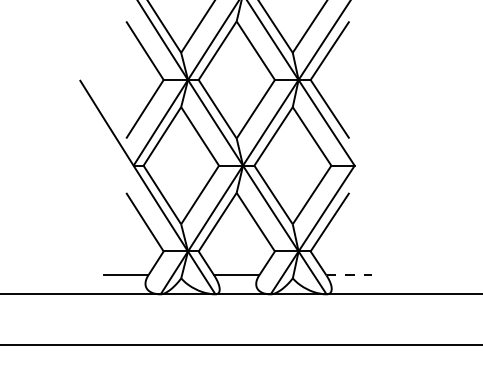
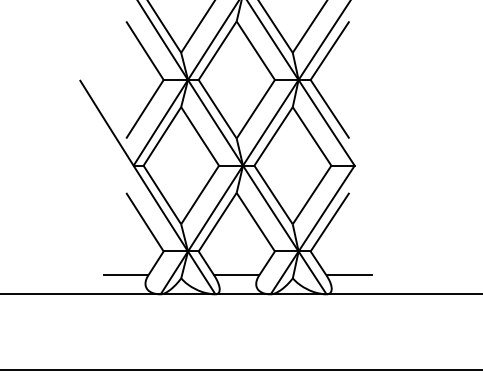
line at (349, 275): dashed -> solid
line at (240, 344) position: (240, 344) -> (240, 369)
